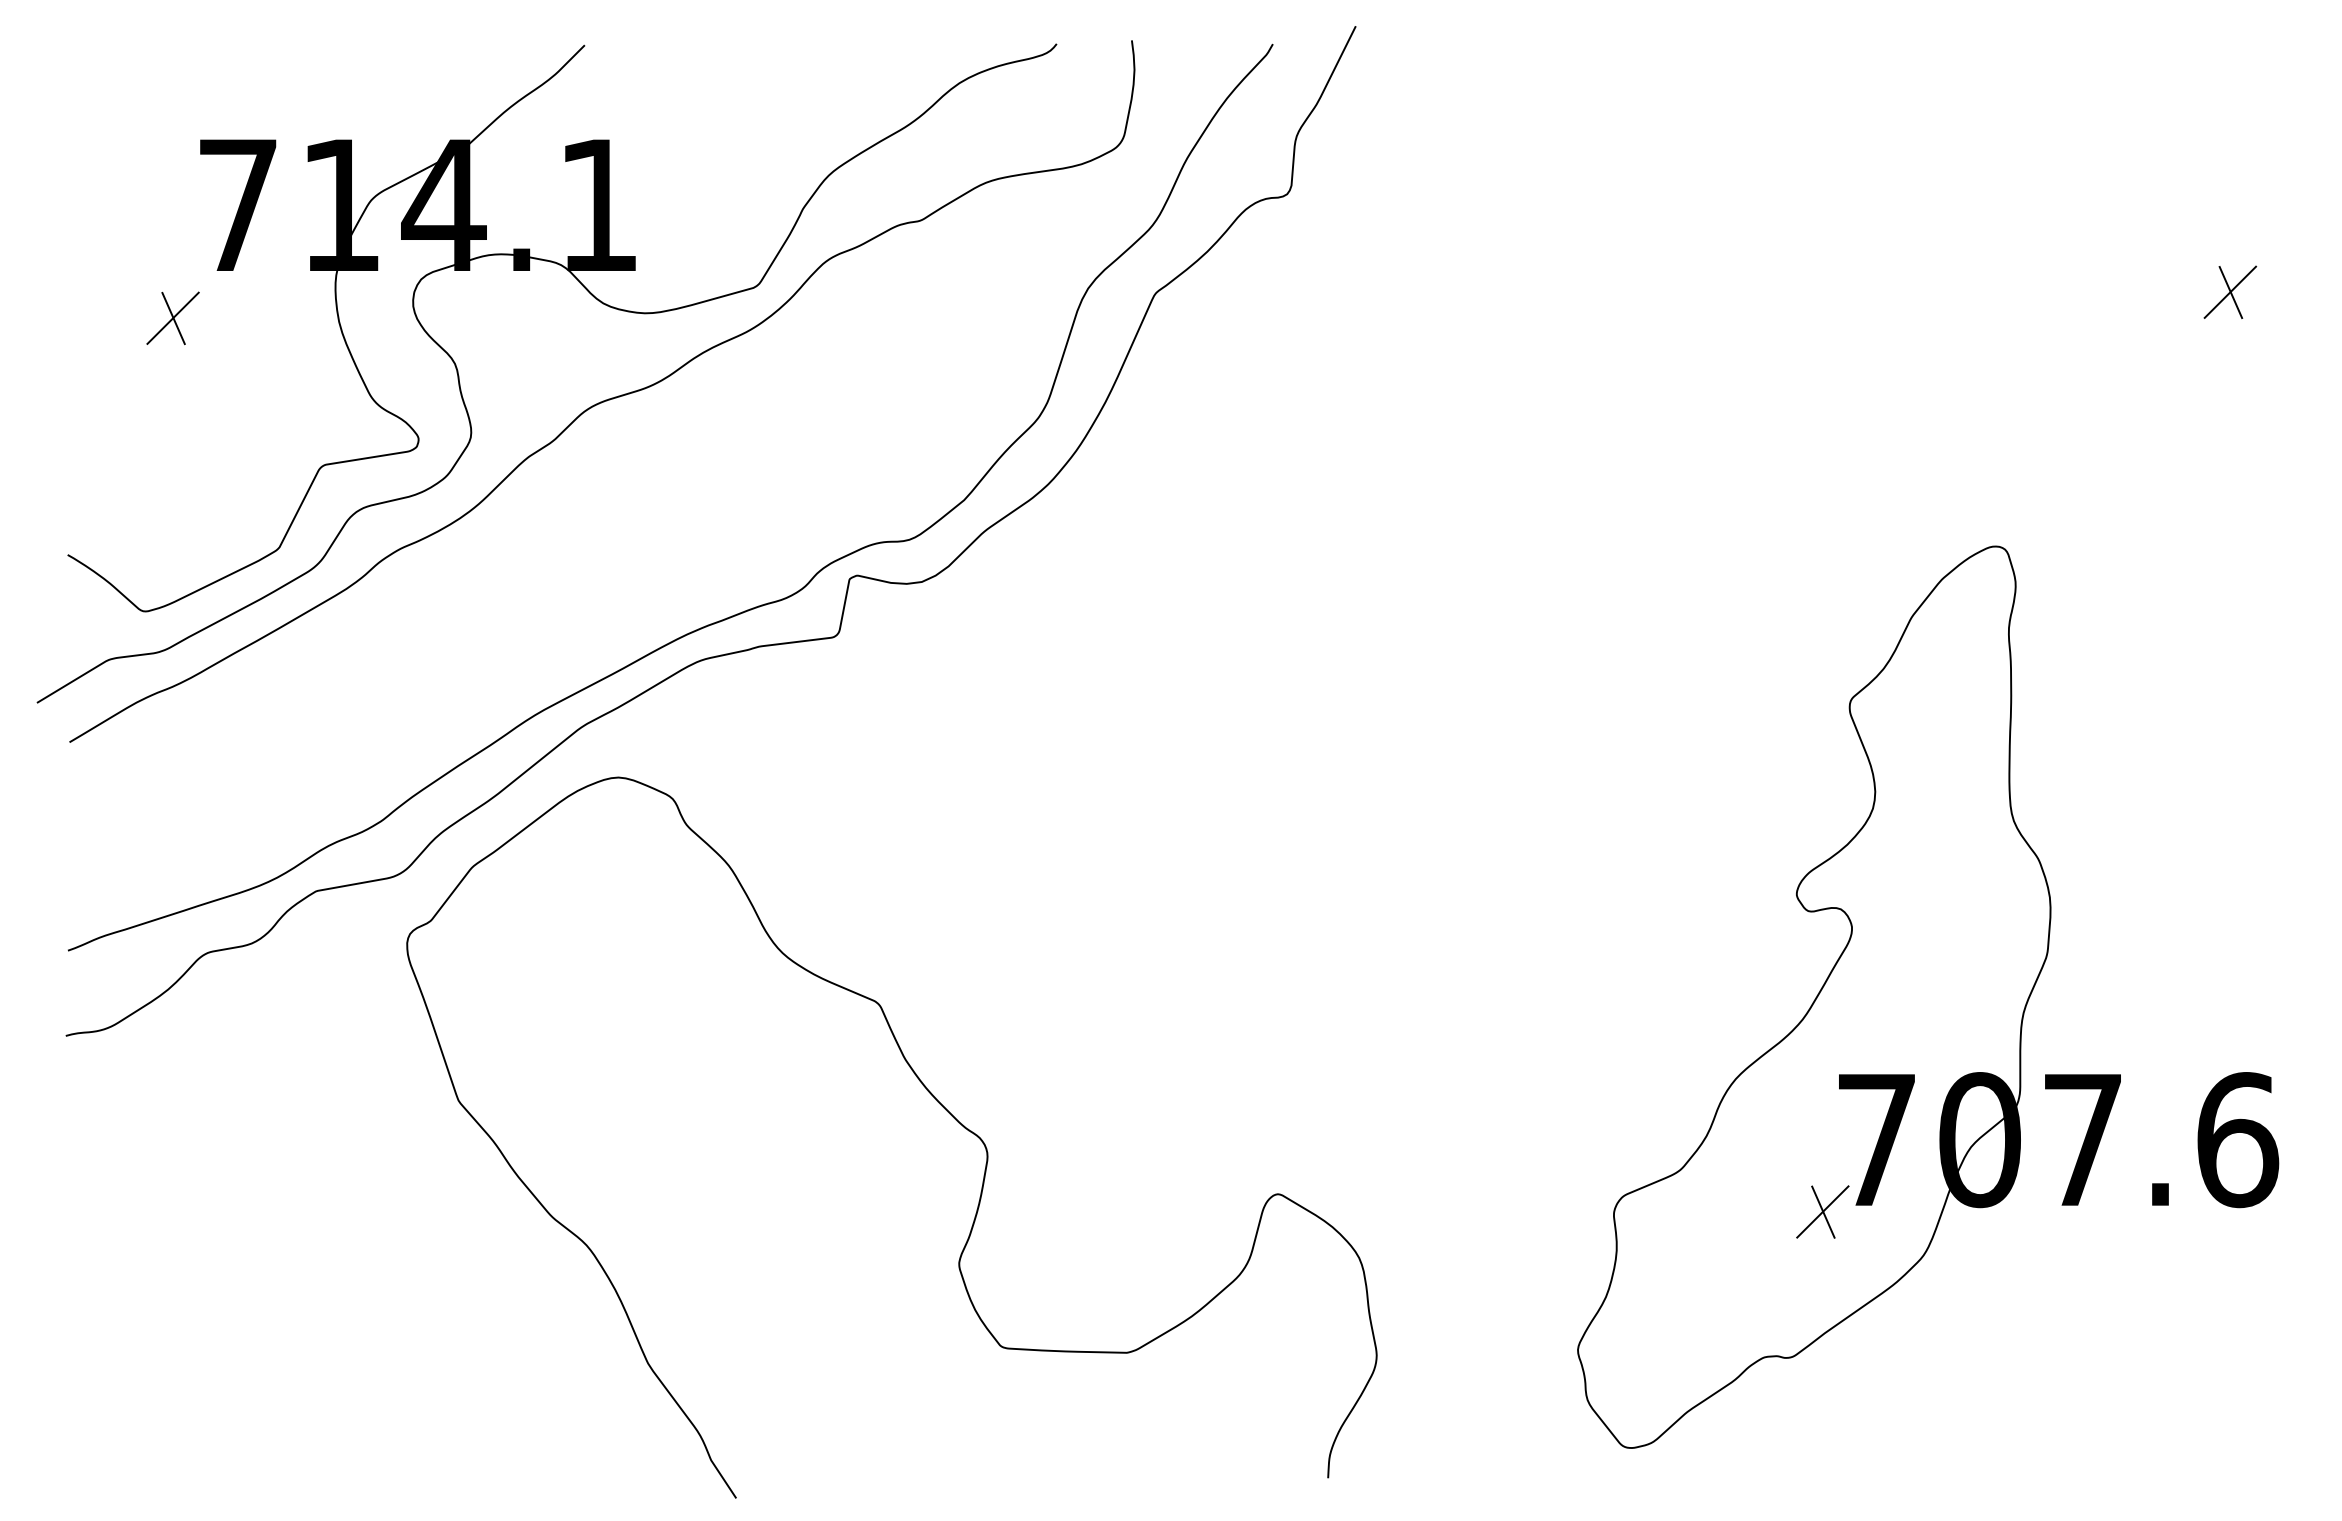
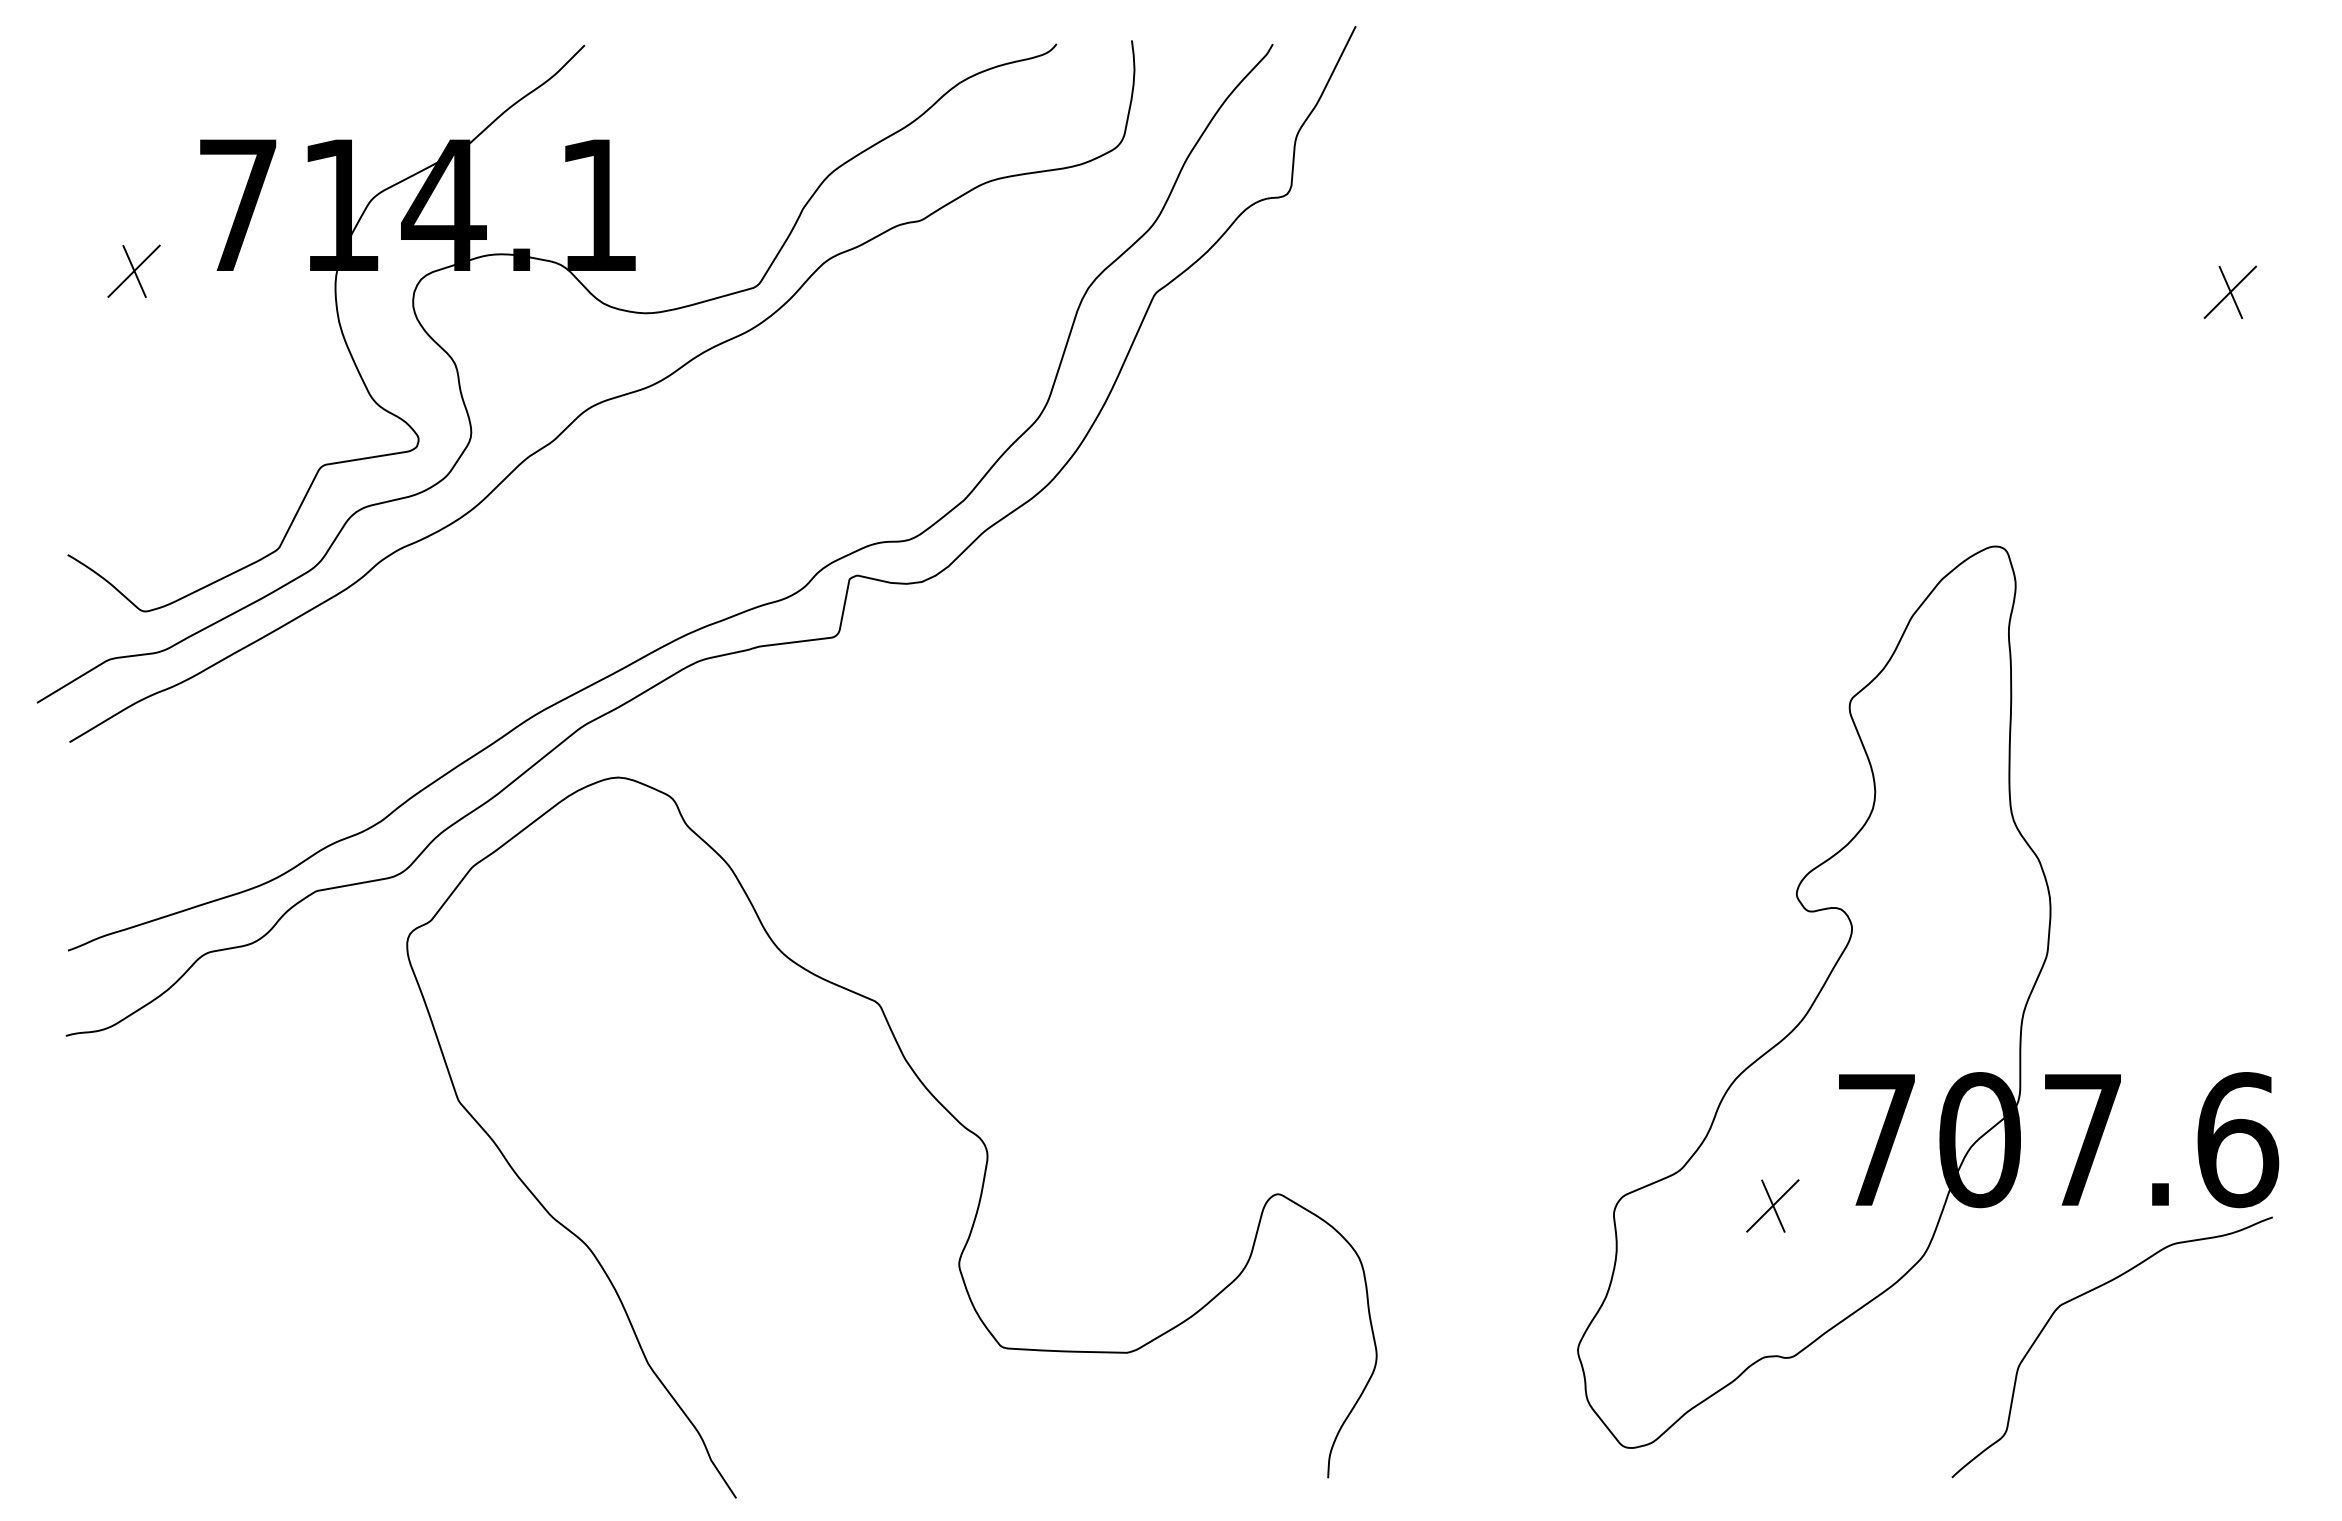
part at (172, 318) position: (172, 318) -> (133, 271)
part at (1822, 1211) position: (1822, 1211) -> (1772, 1205)
curve at (2085, 1294): none -> present
